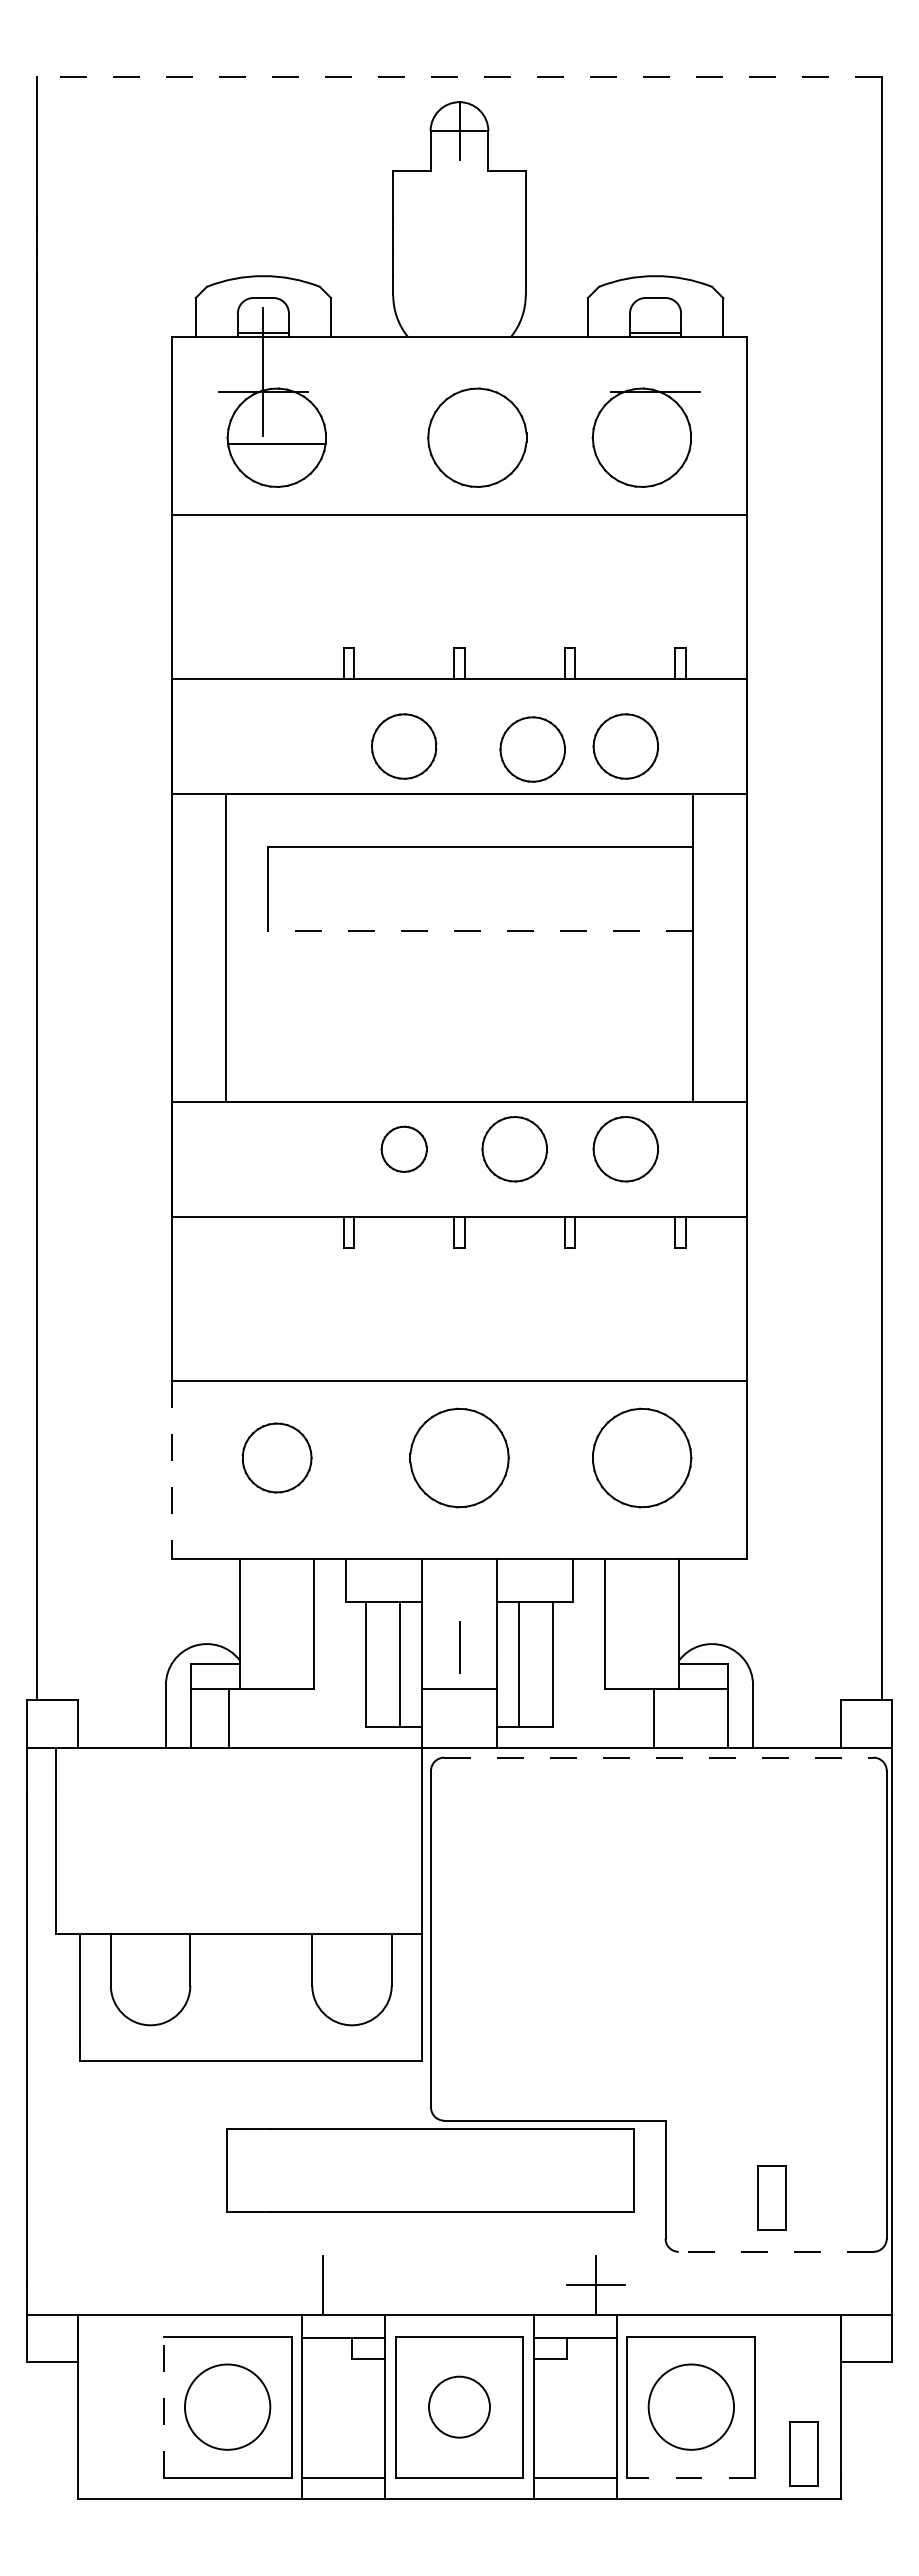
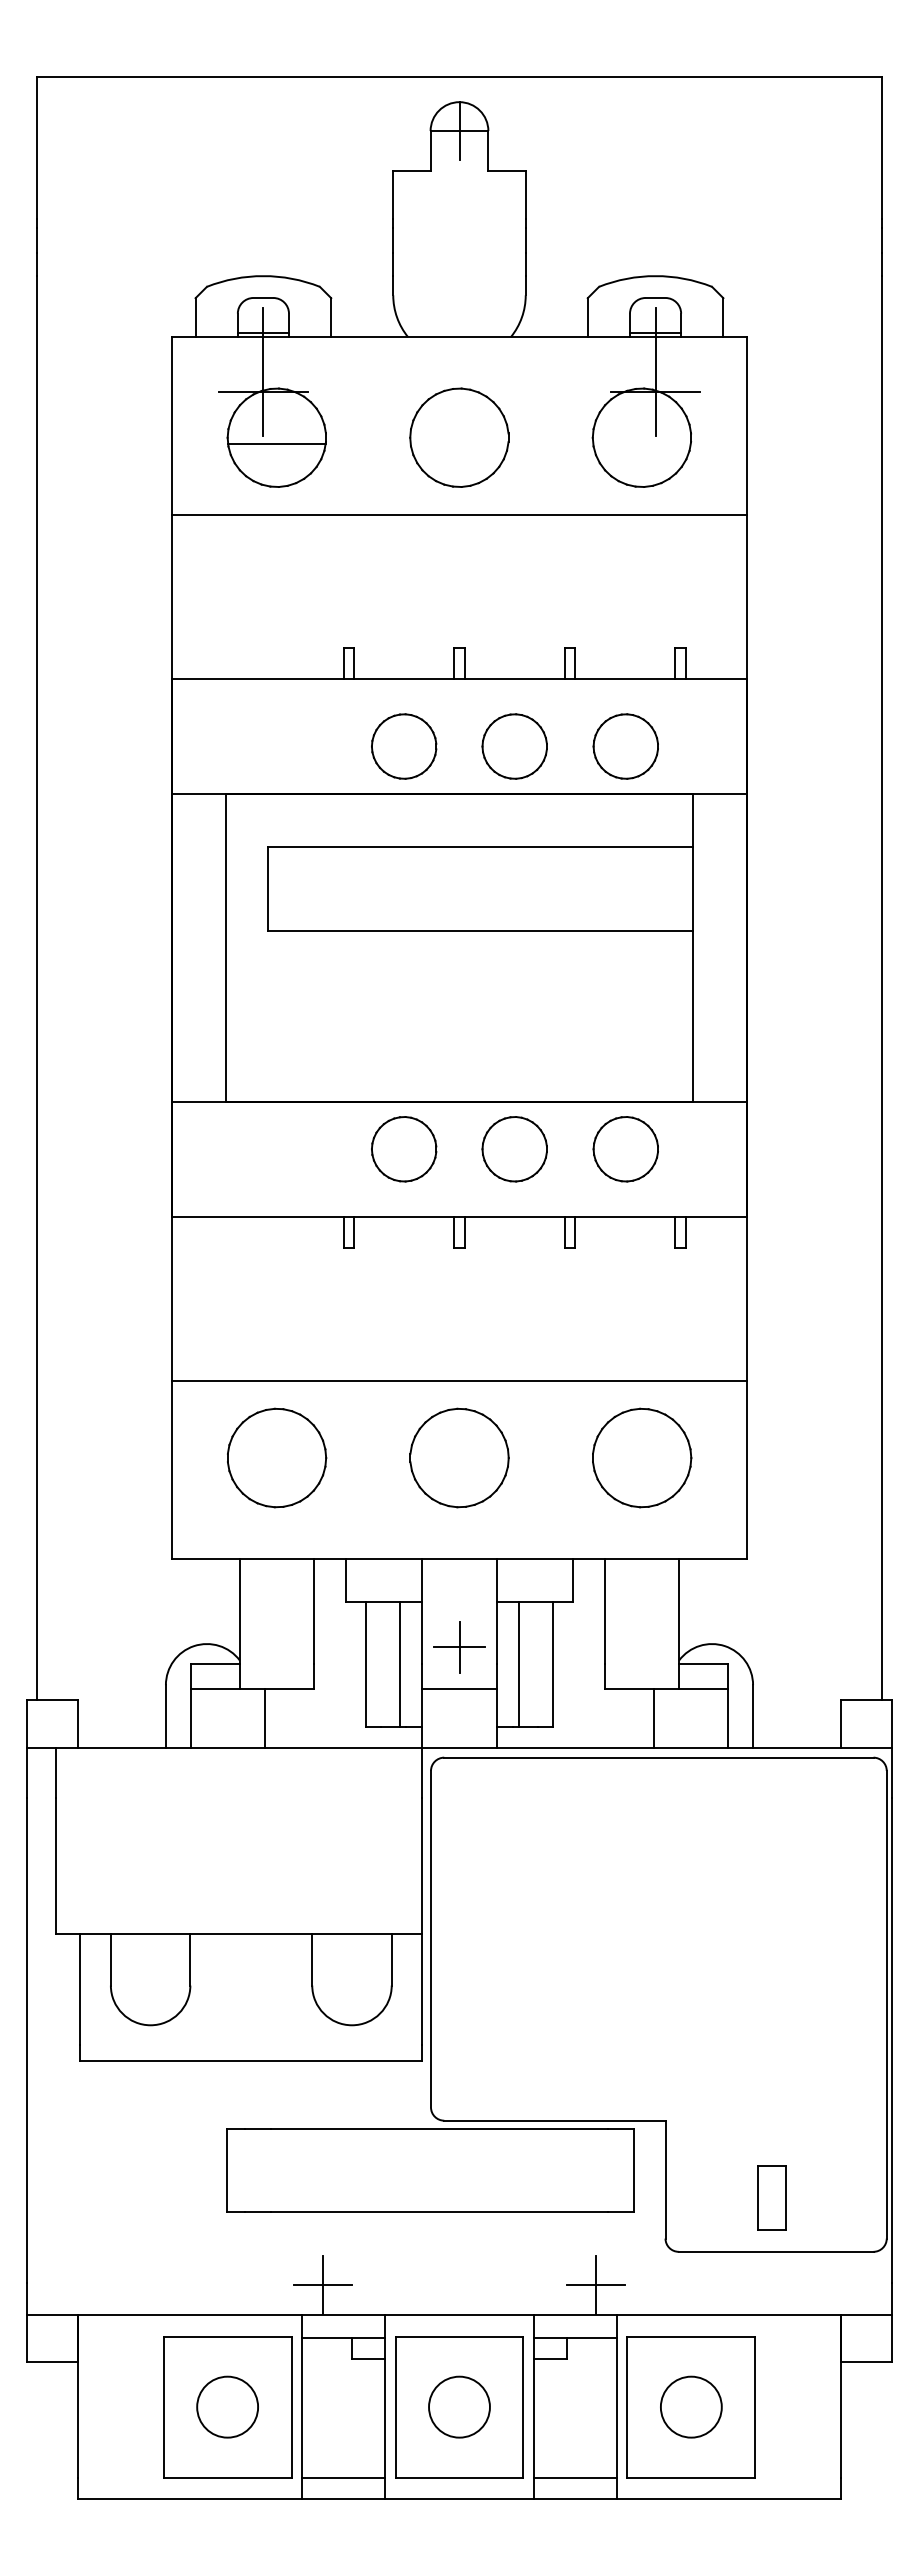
line at (459, 77): dashed -> solid
line at (655, 371): none -> present
part at (477, 437) position: (477, 437) -> (459, 437)
part at (532, 749) position: (532, 749) -> (514, 746)
line at (480, 931): dashed -> solid
part at (403, 1148) size: 48x48 px -> 67x67 px
part at (276, 1457) size: 72x72 px -> 101x102 px
line at (172, 1469): dashed -> solid
line at (459, 1647): none -> present
line at (228, 1717) position: (228, 1717) -> (264, 1717)
line at (658, 1757): dashed -> solid
line at (775, 2251): dashed -> solid
line at (322, 2285): none -> present
line at (163, 2406): dashed -> solid
circle at (227, 2406) diameter: 85 px -> 61 px
circle at (691, 2406) diameter: 85 px -> 61 px
part at (803, 2453): present -> none
line at (691, 2477): dashed -> solid
